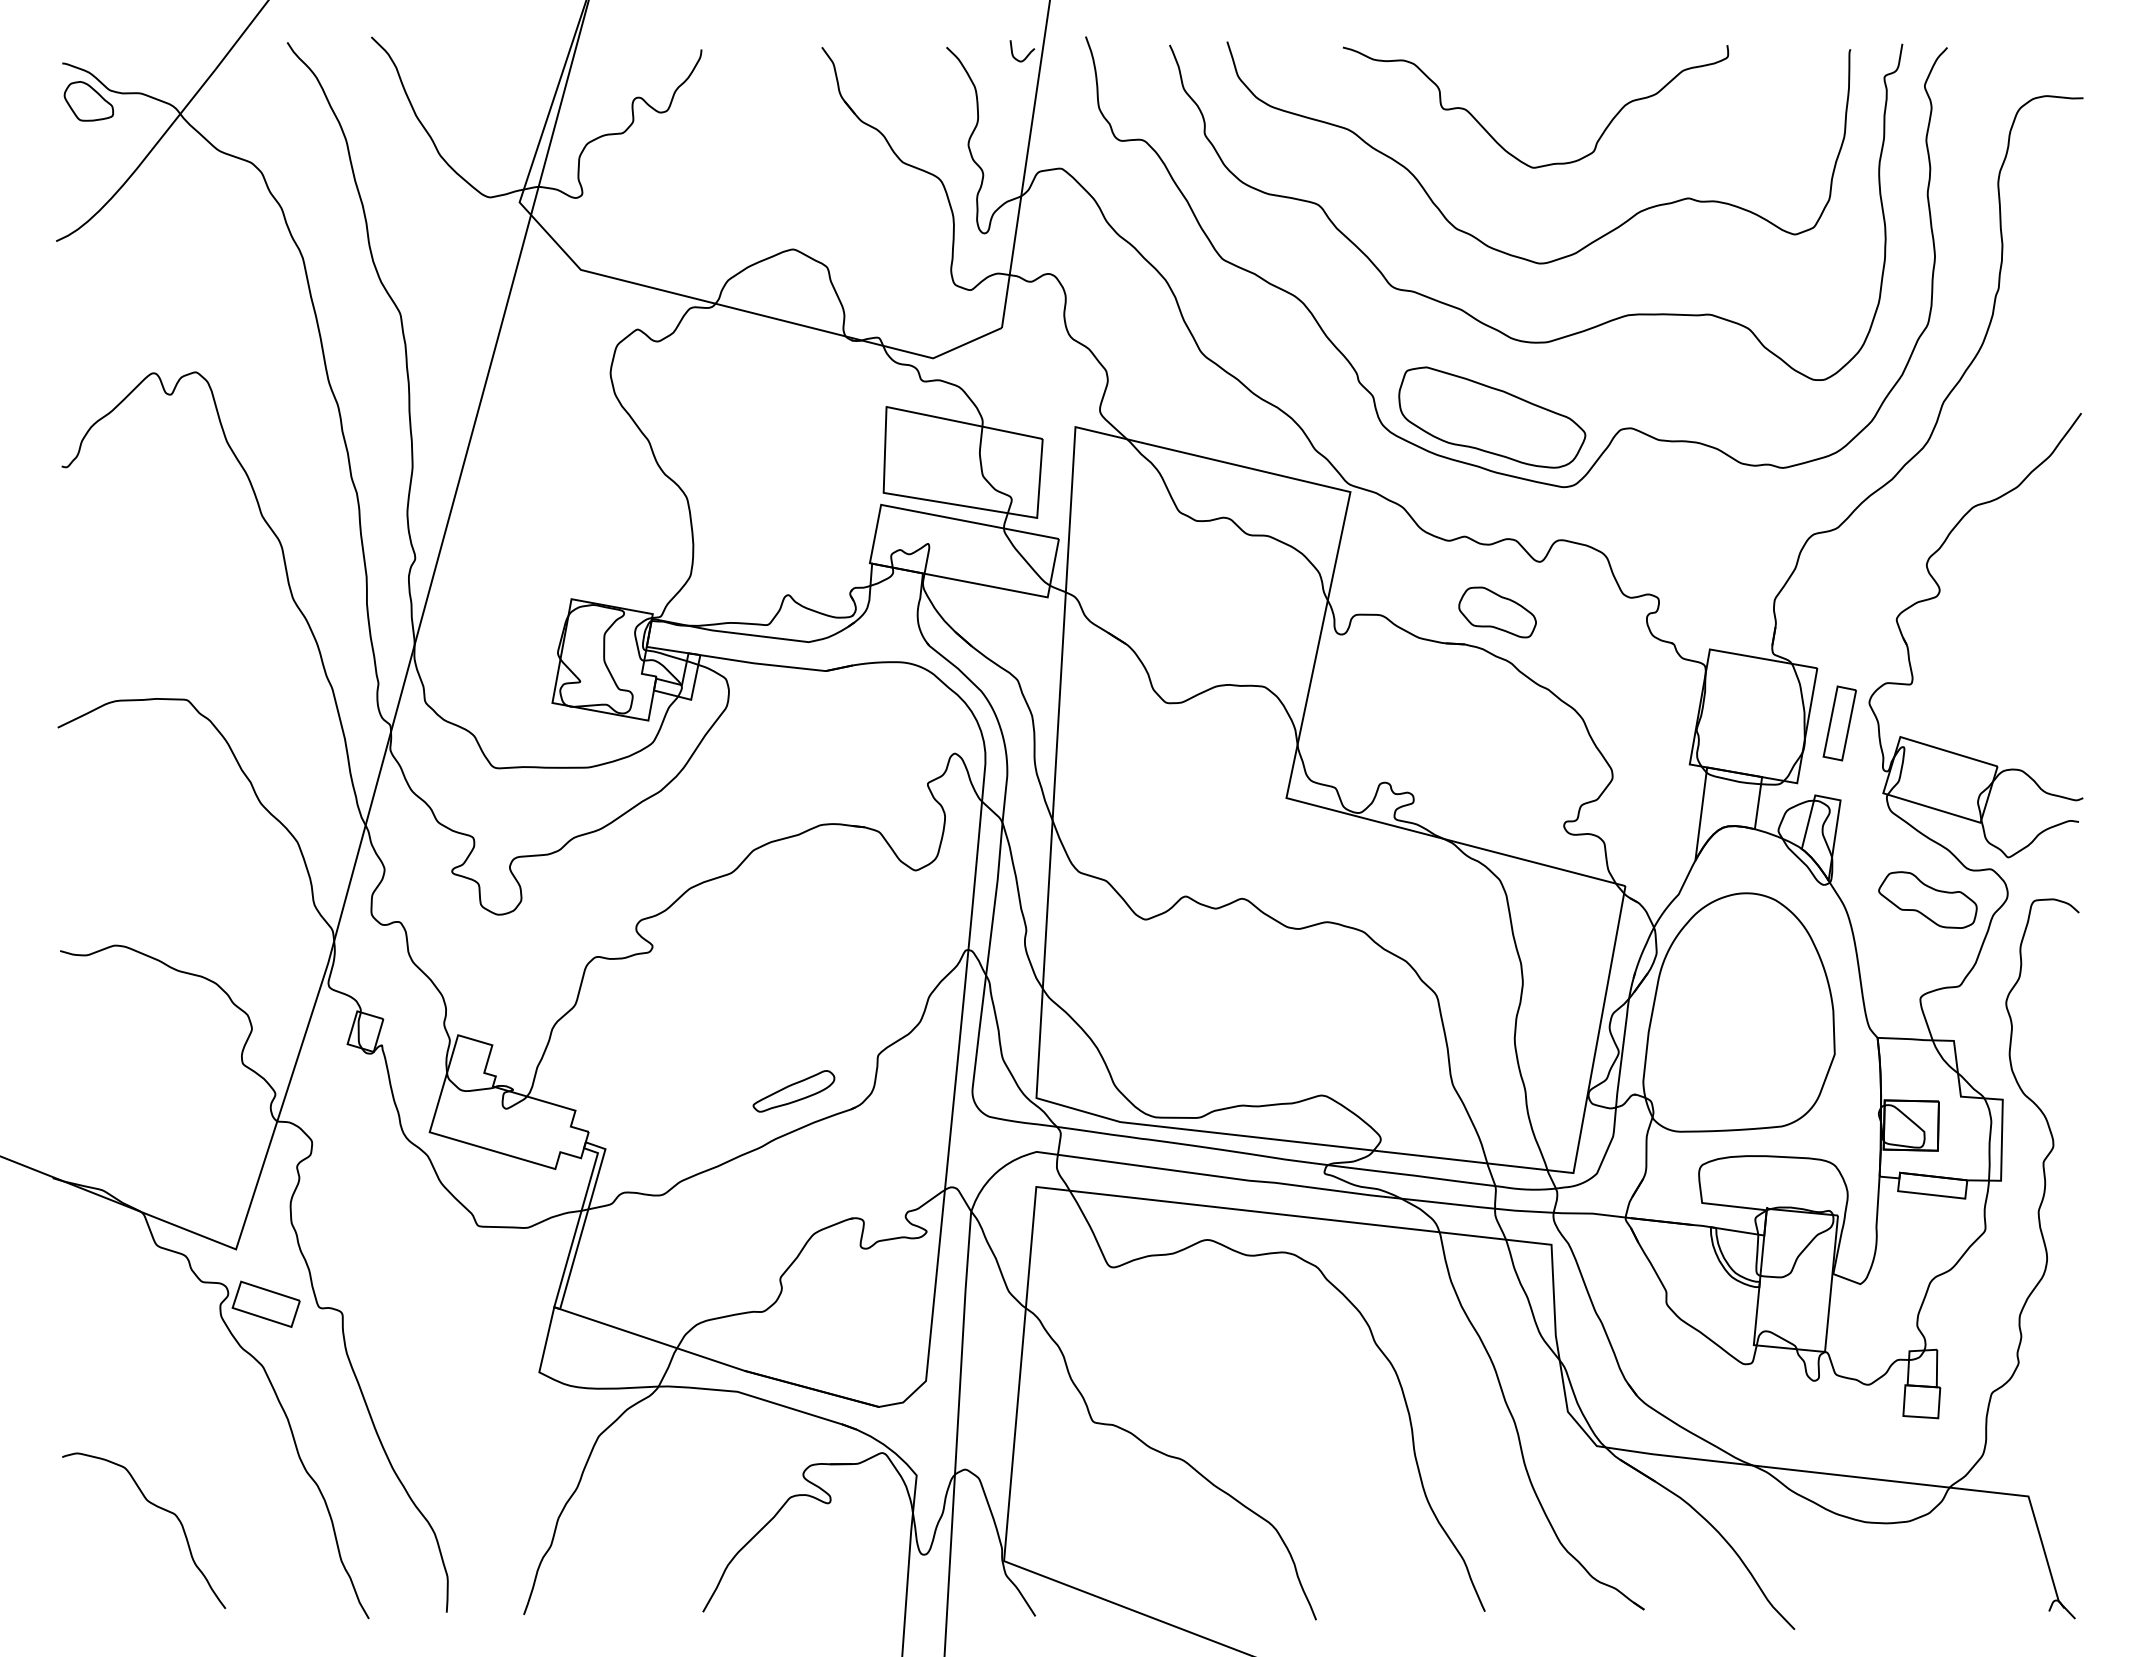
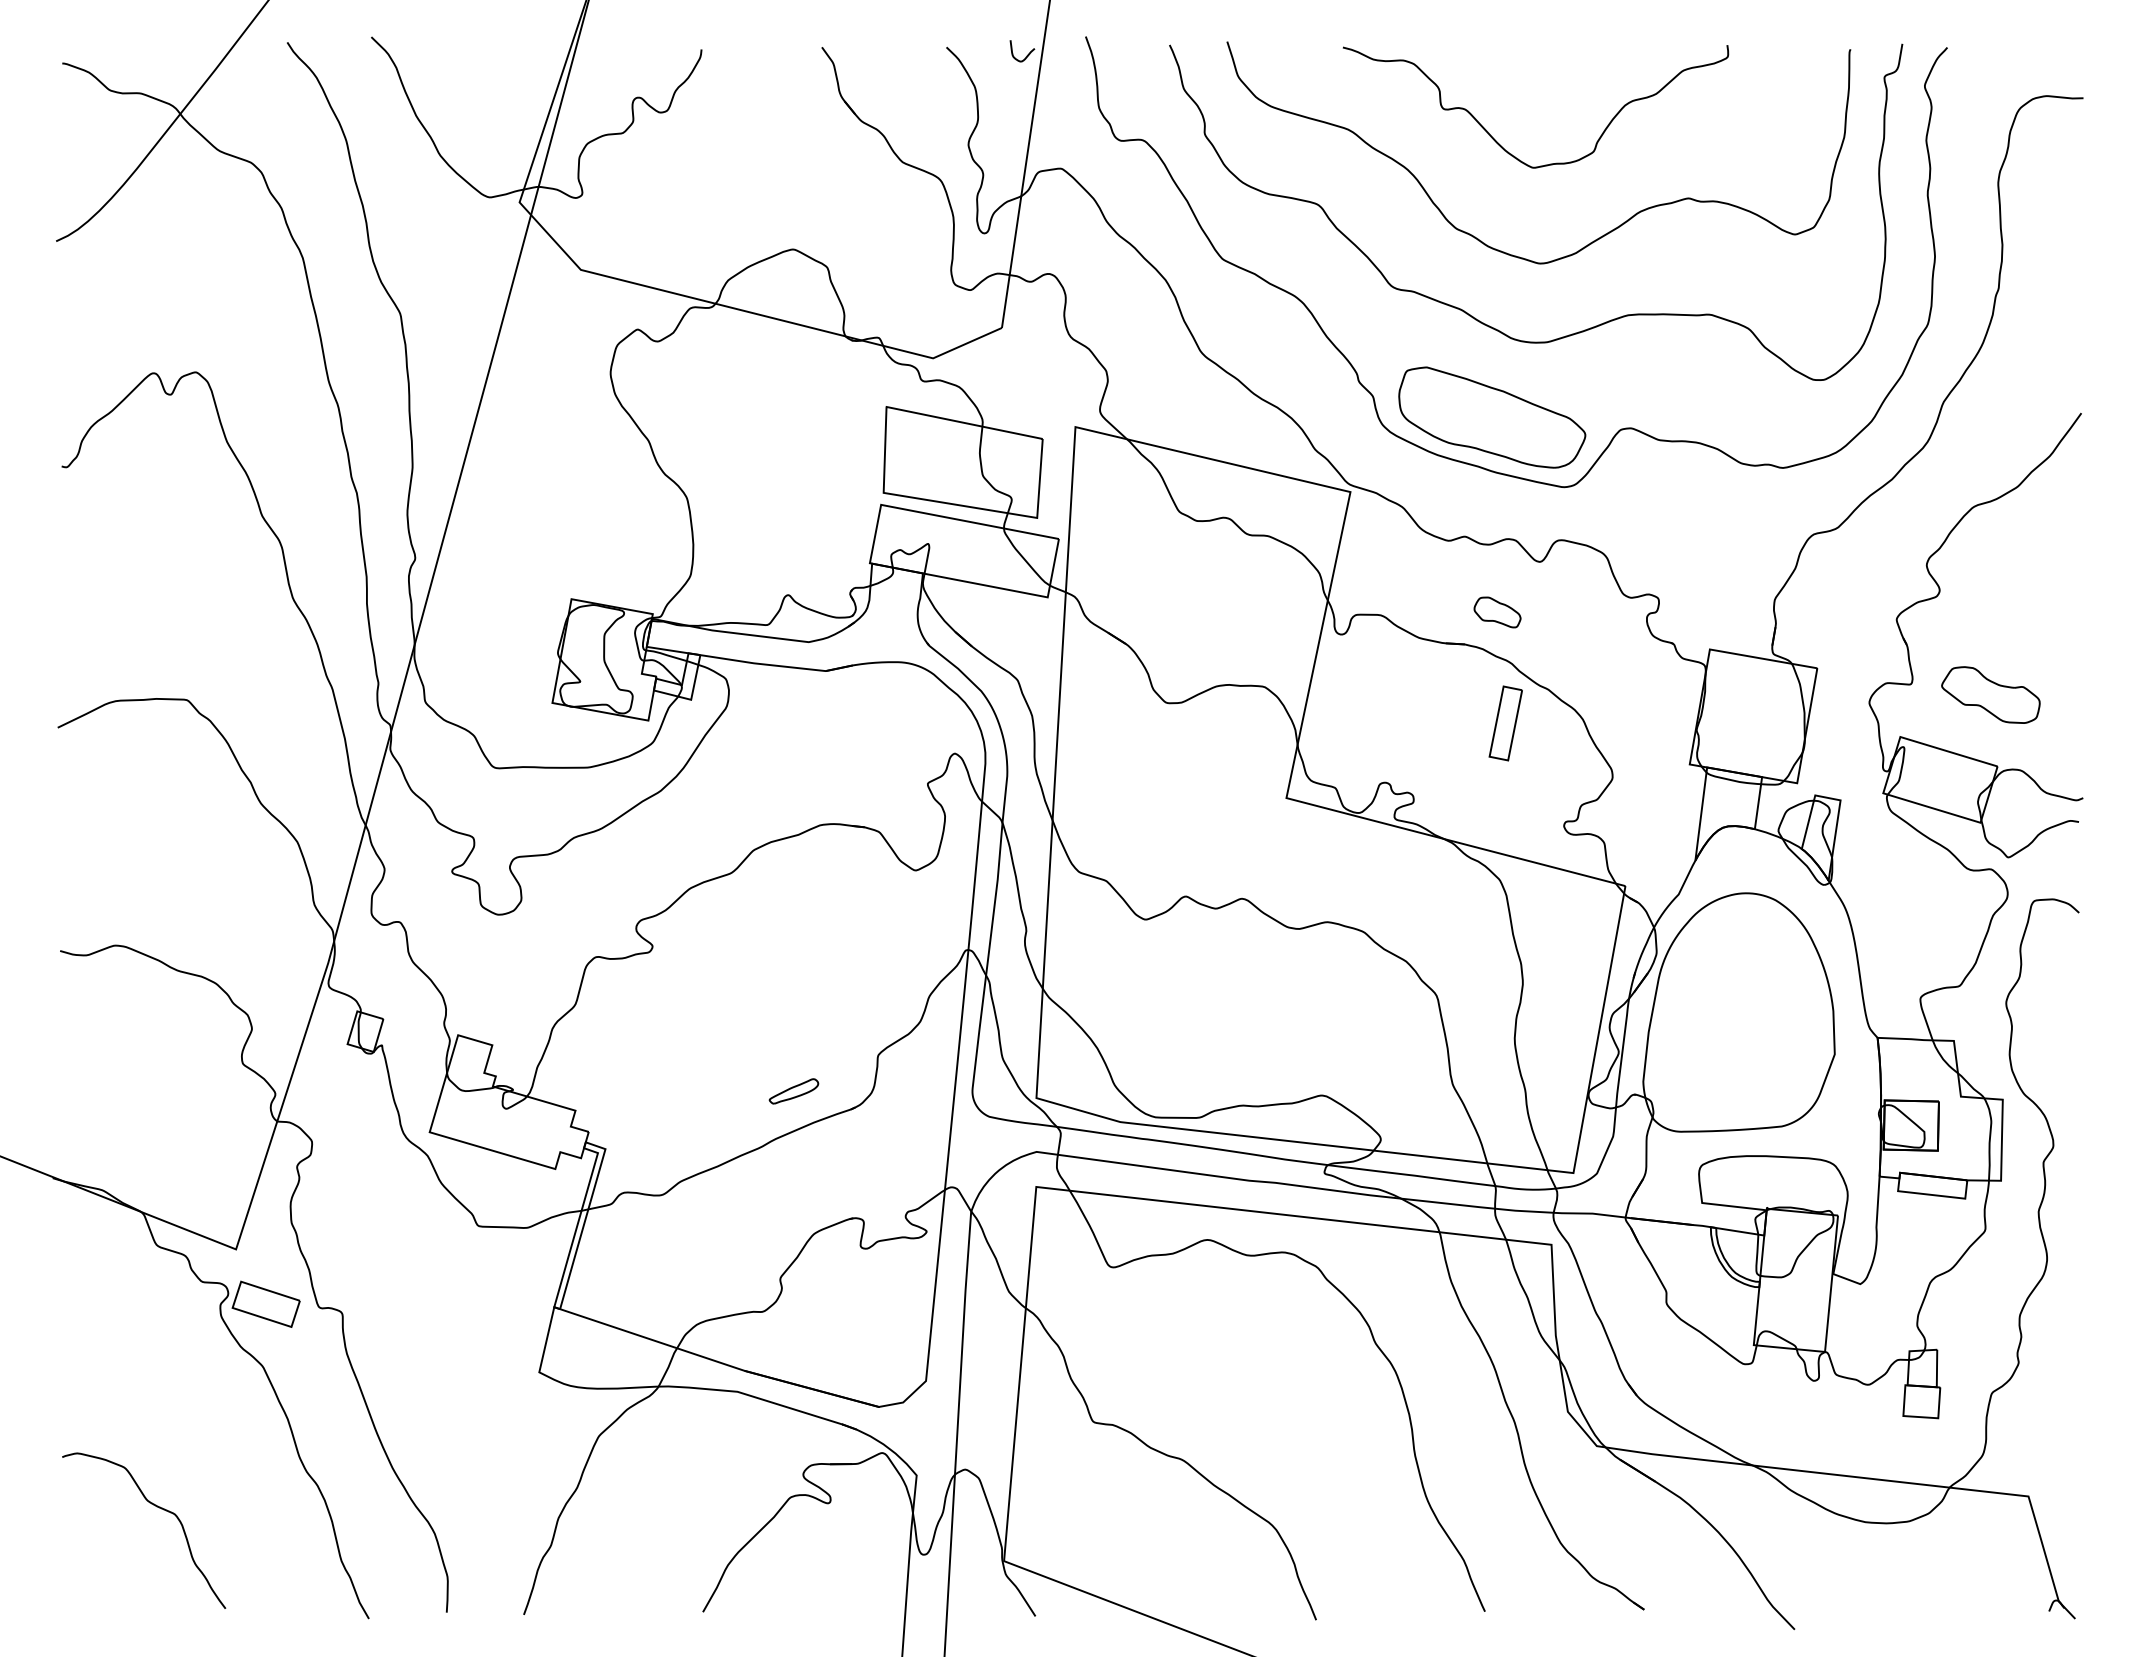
part at (88, 101): present -> none
part at (1497, 612) size: 79x53 px -> 49x33 px
part at (1839, 723) position: (1839, 723) -> (1505, 723)
part at (1927, 899) position: (1927, 899) -> (1990, 694)
part at (793, 1091) size: 84x43 px -> 52x27 px
